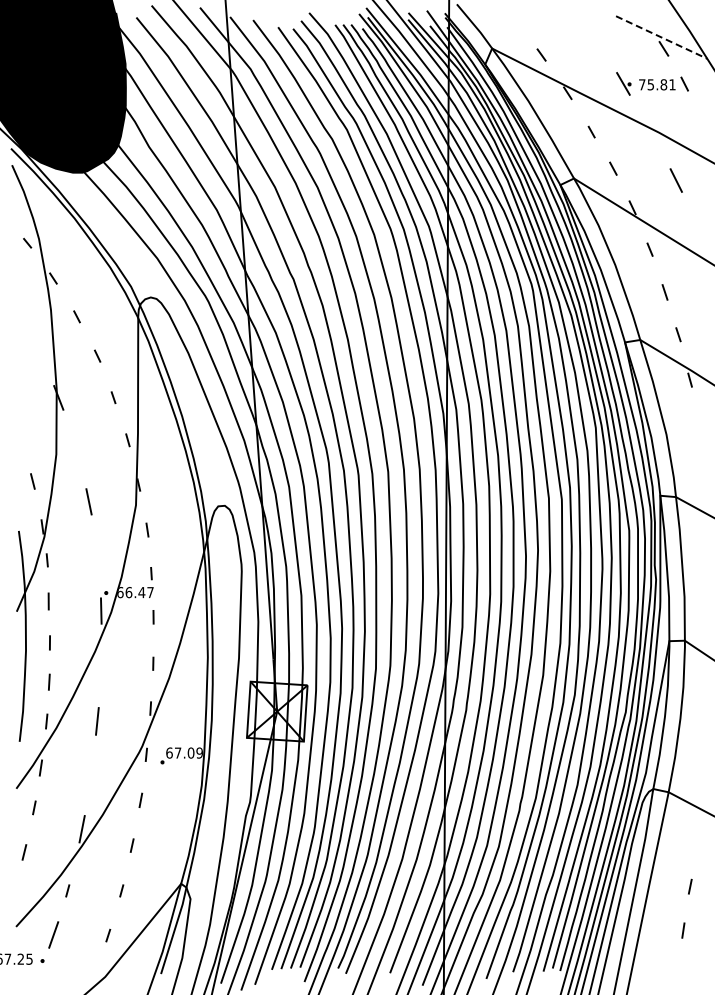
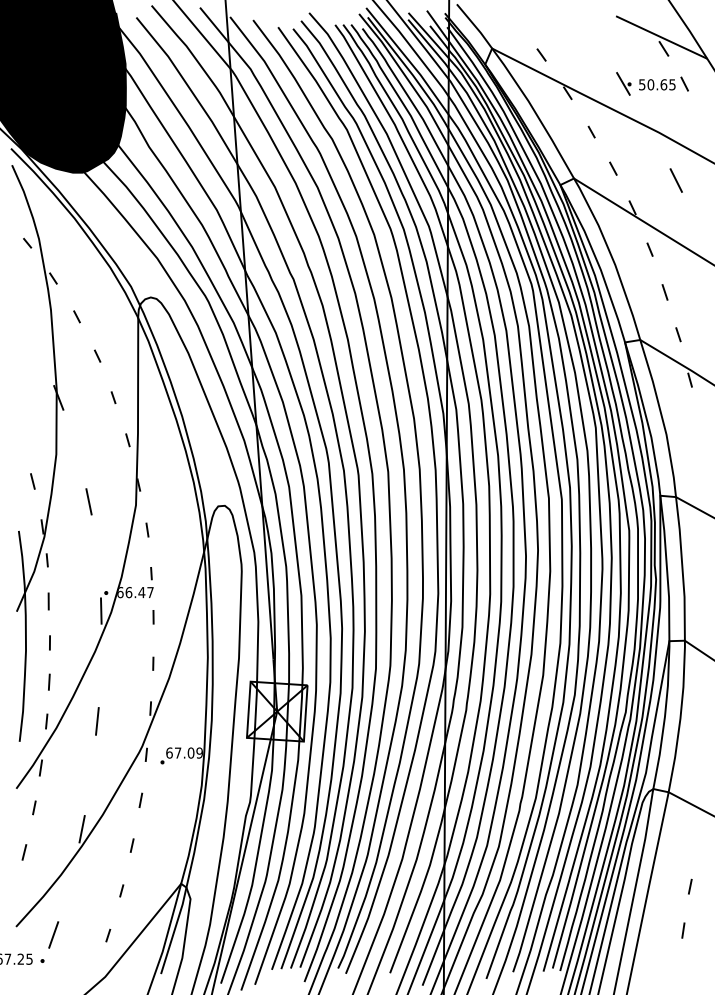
line at (662, 37): dashed -> solid
text at (657, 84): 75.81 -> 50.65
line at (67, 890): present -> none
